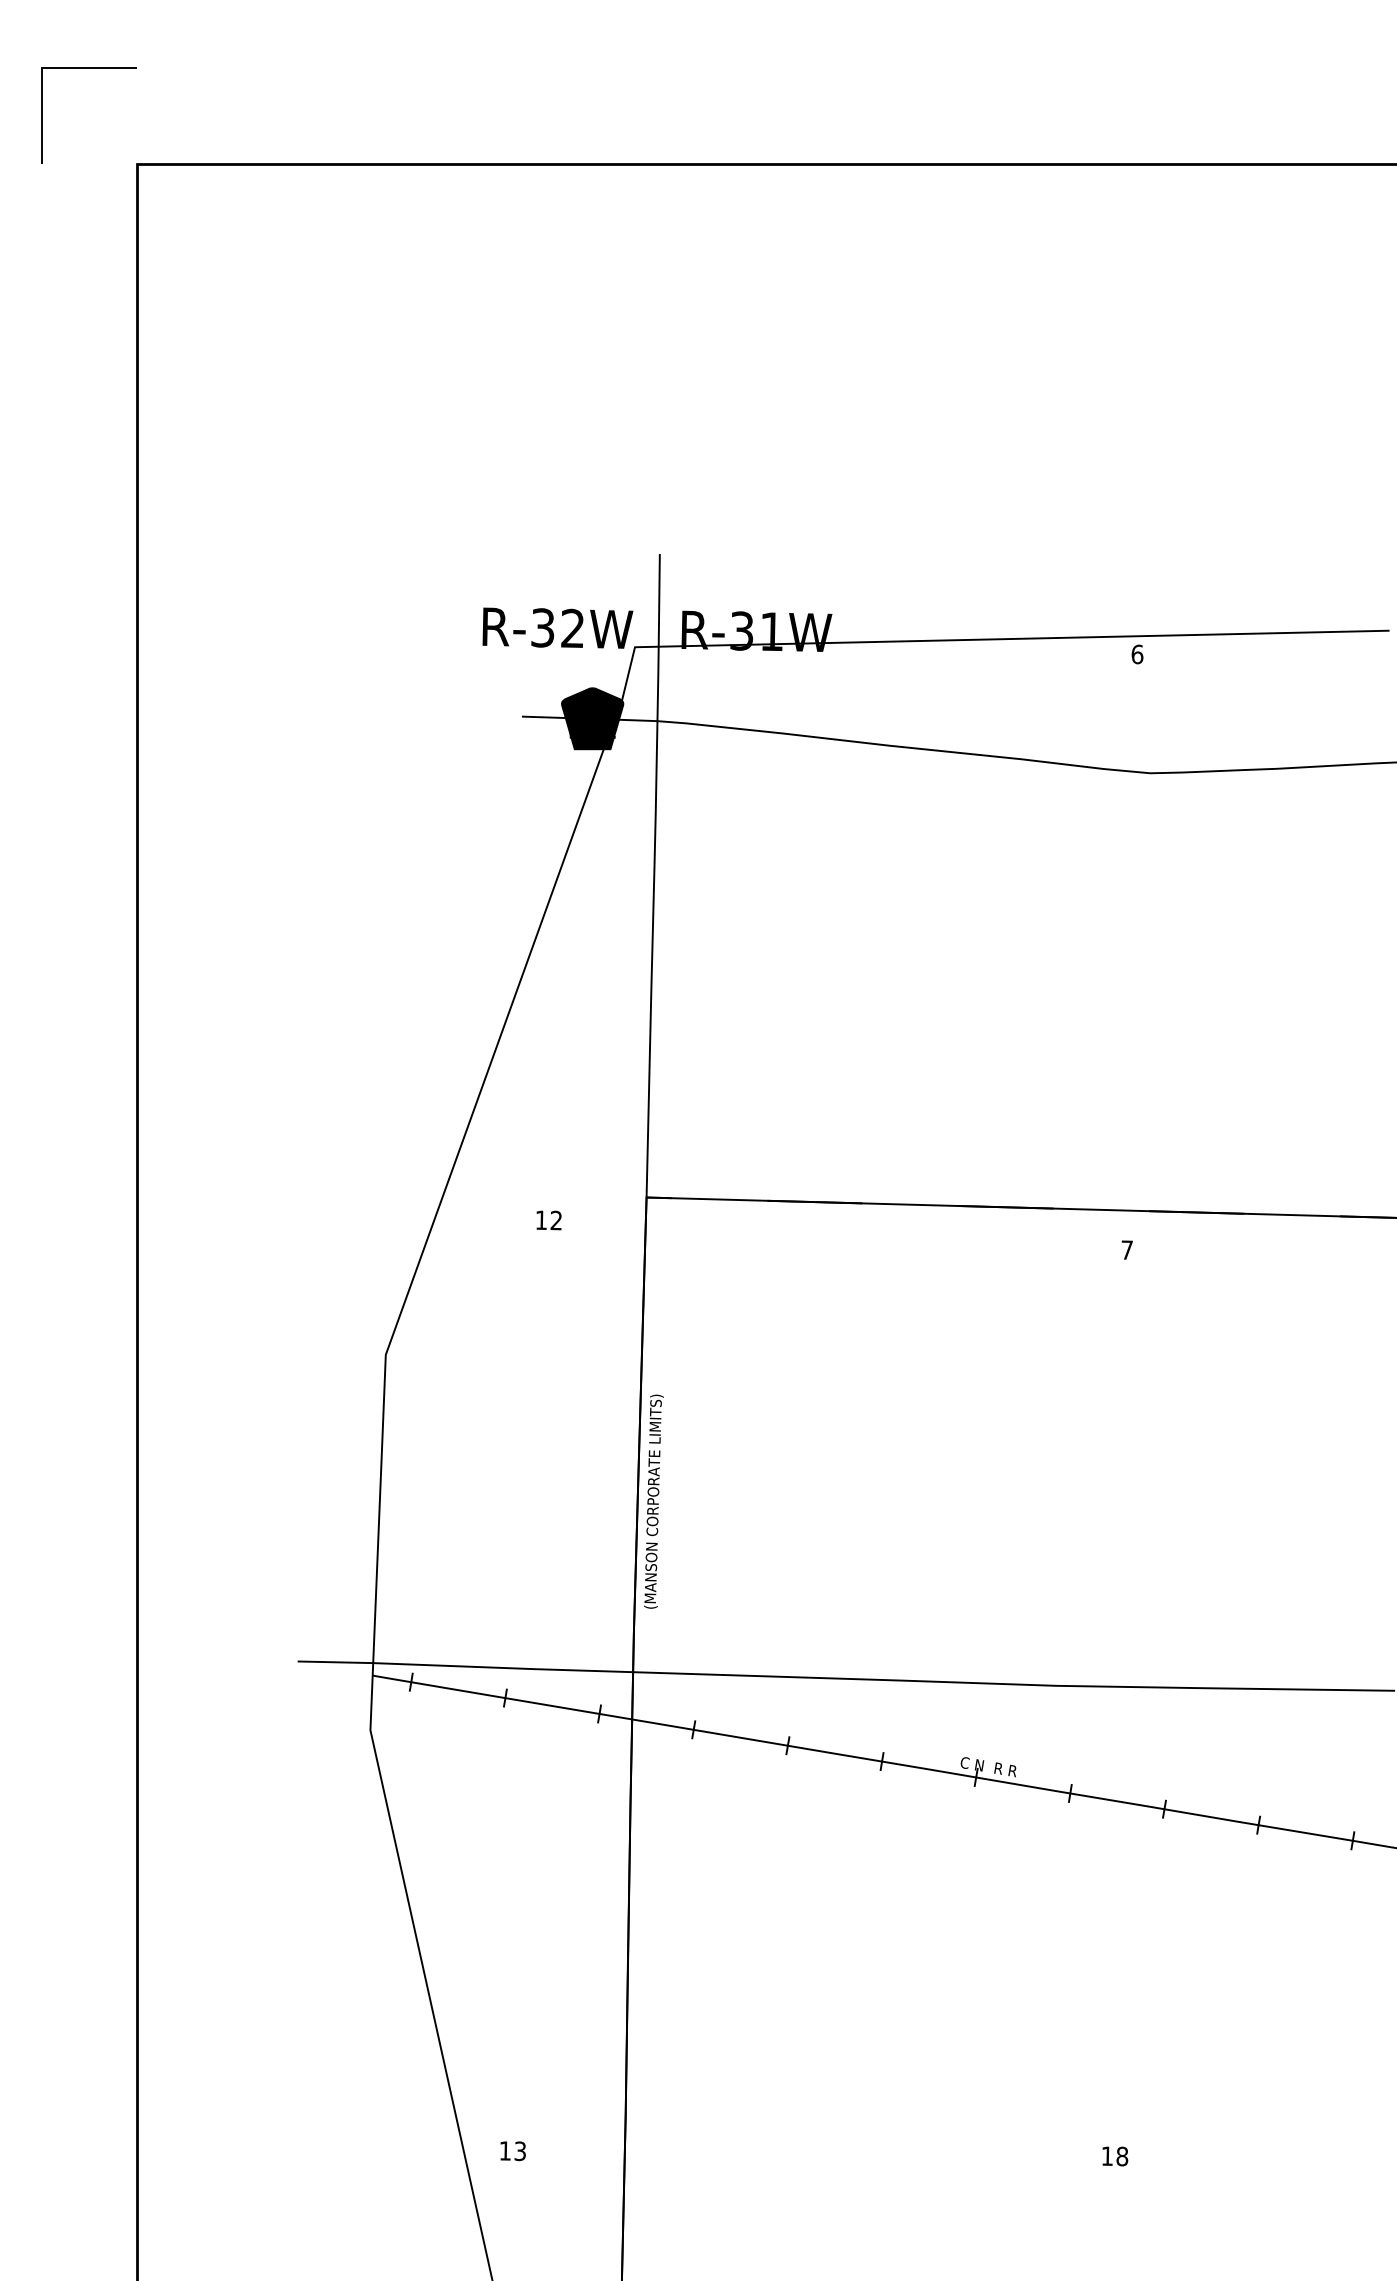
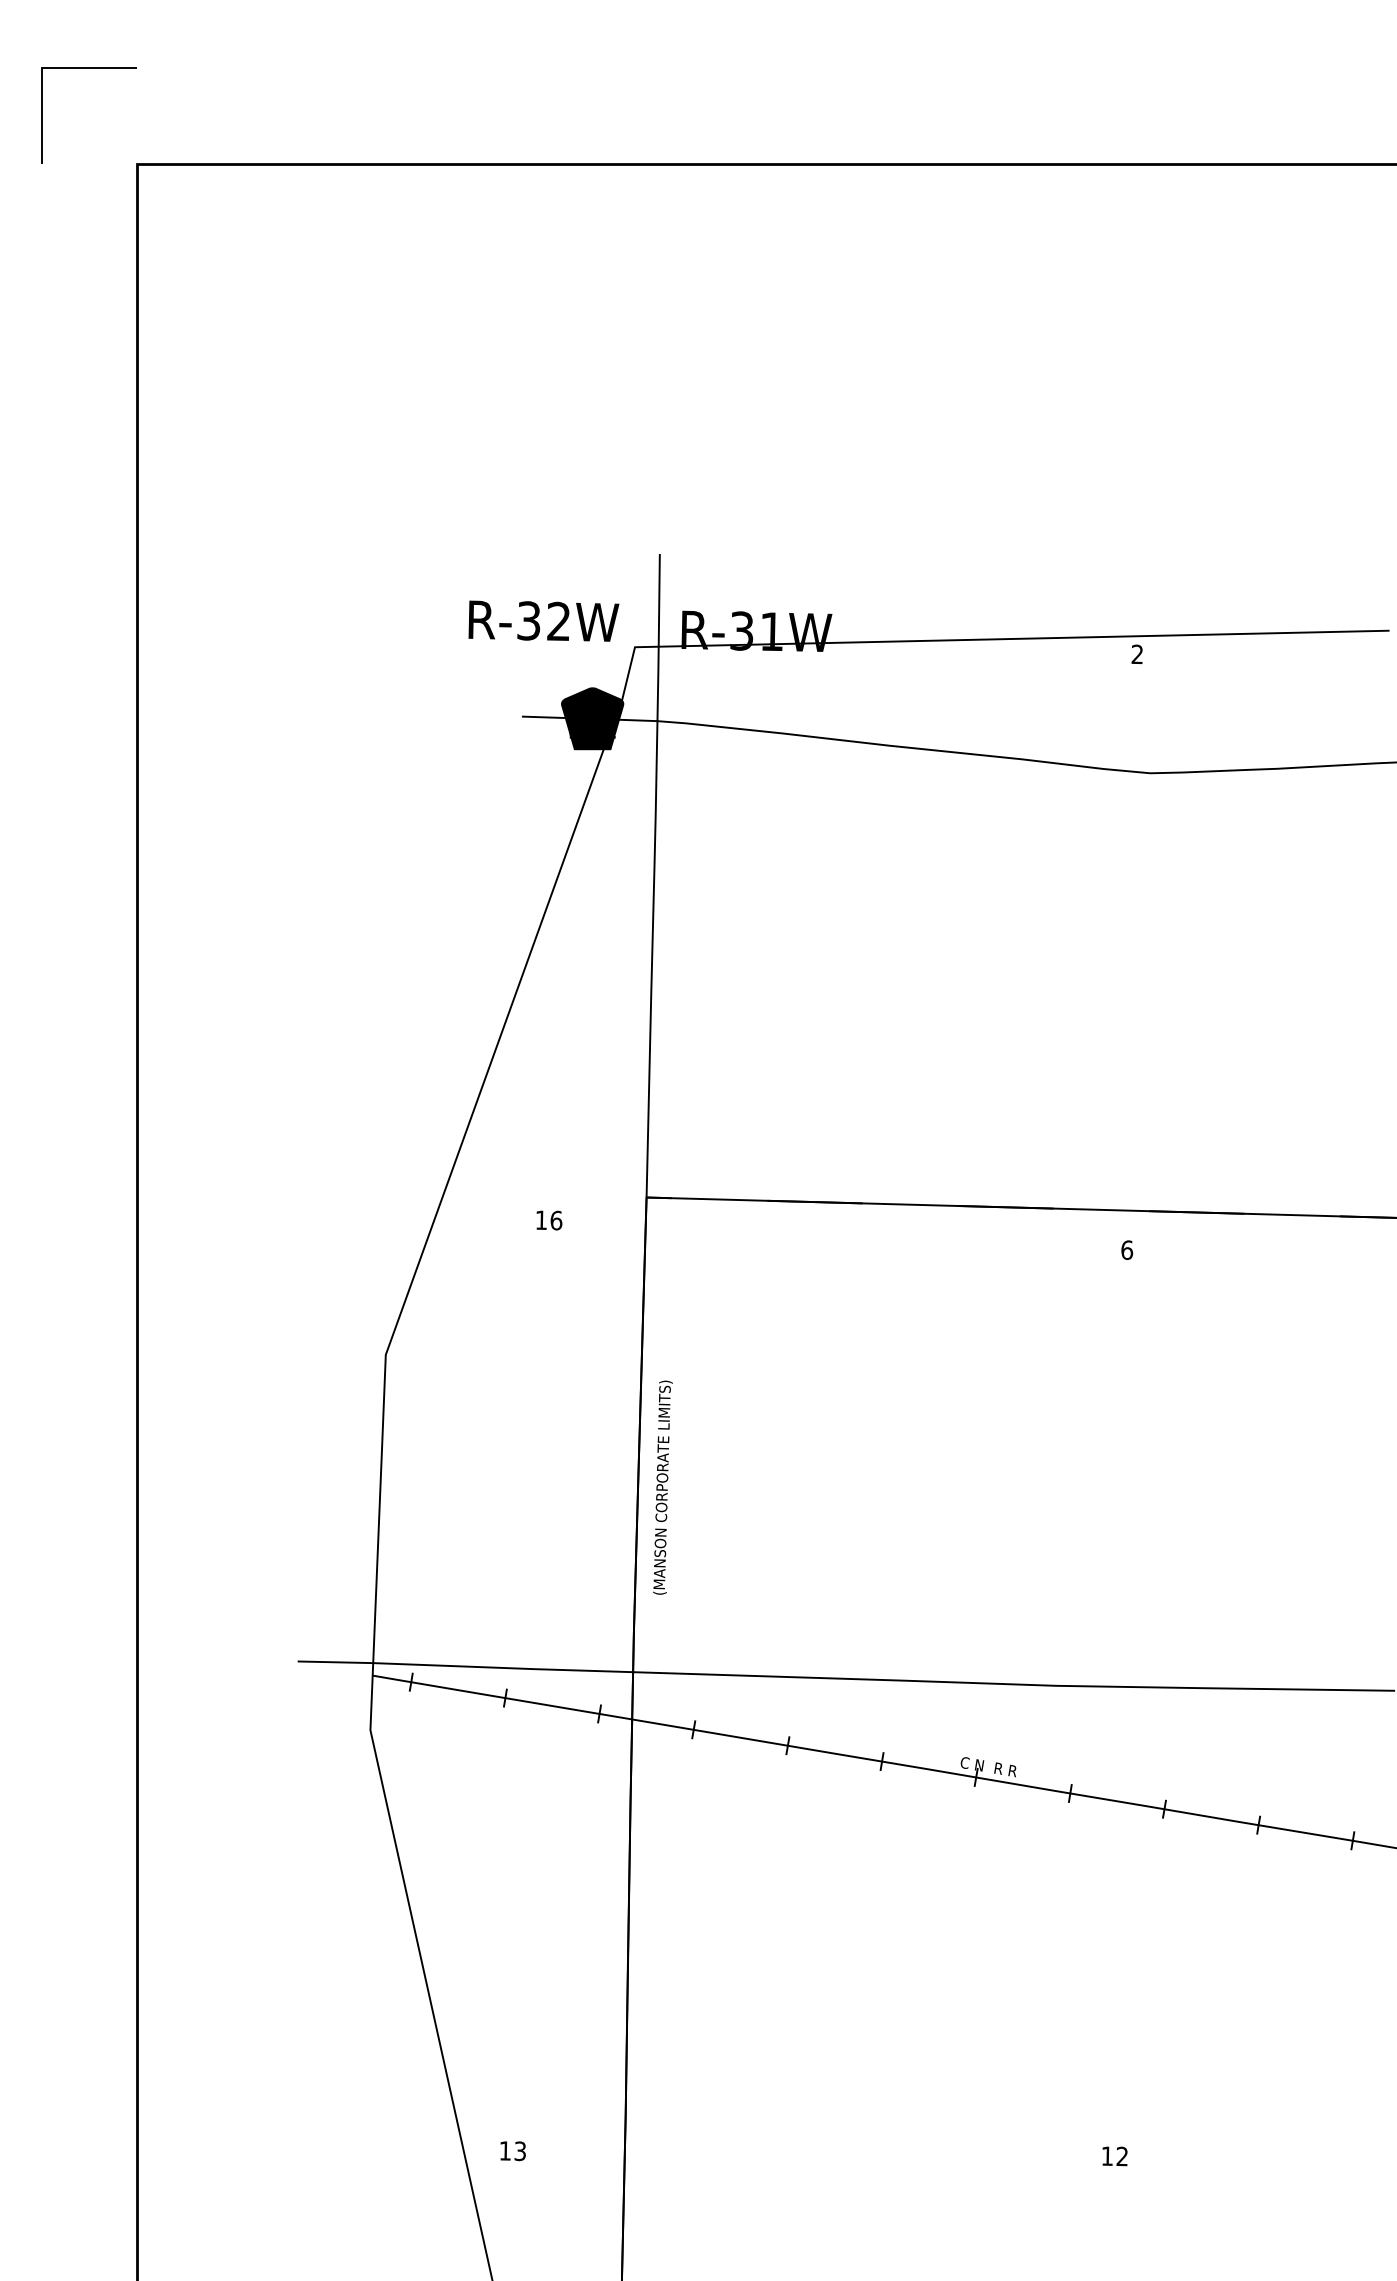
text at (557, 627) position: (557, 627) -> (543, 620)
text at (1137, 654): 6 -> 2
text at (556, 1220): 12 -> 16
text at (1127, 1249): 7 -> 6
text at (653, 1501) position: (653, 1501) -> (662, 1487)
text at (1122, 2156): 18 -> 12
